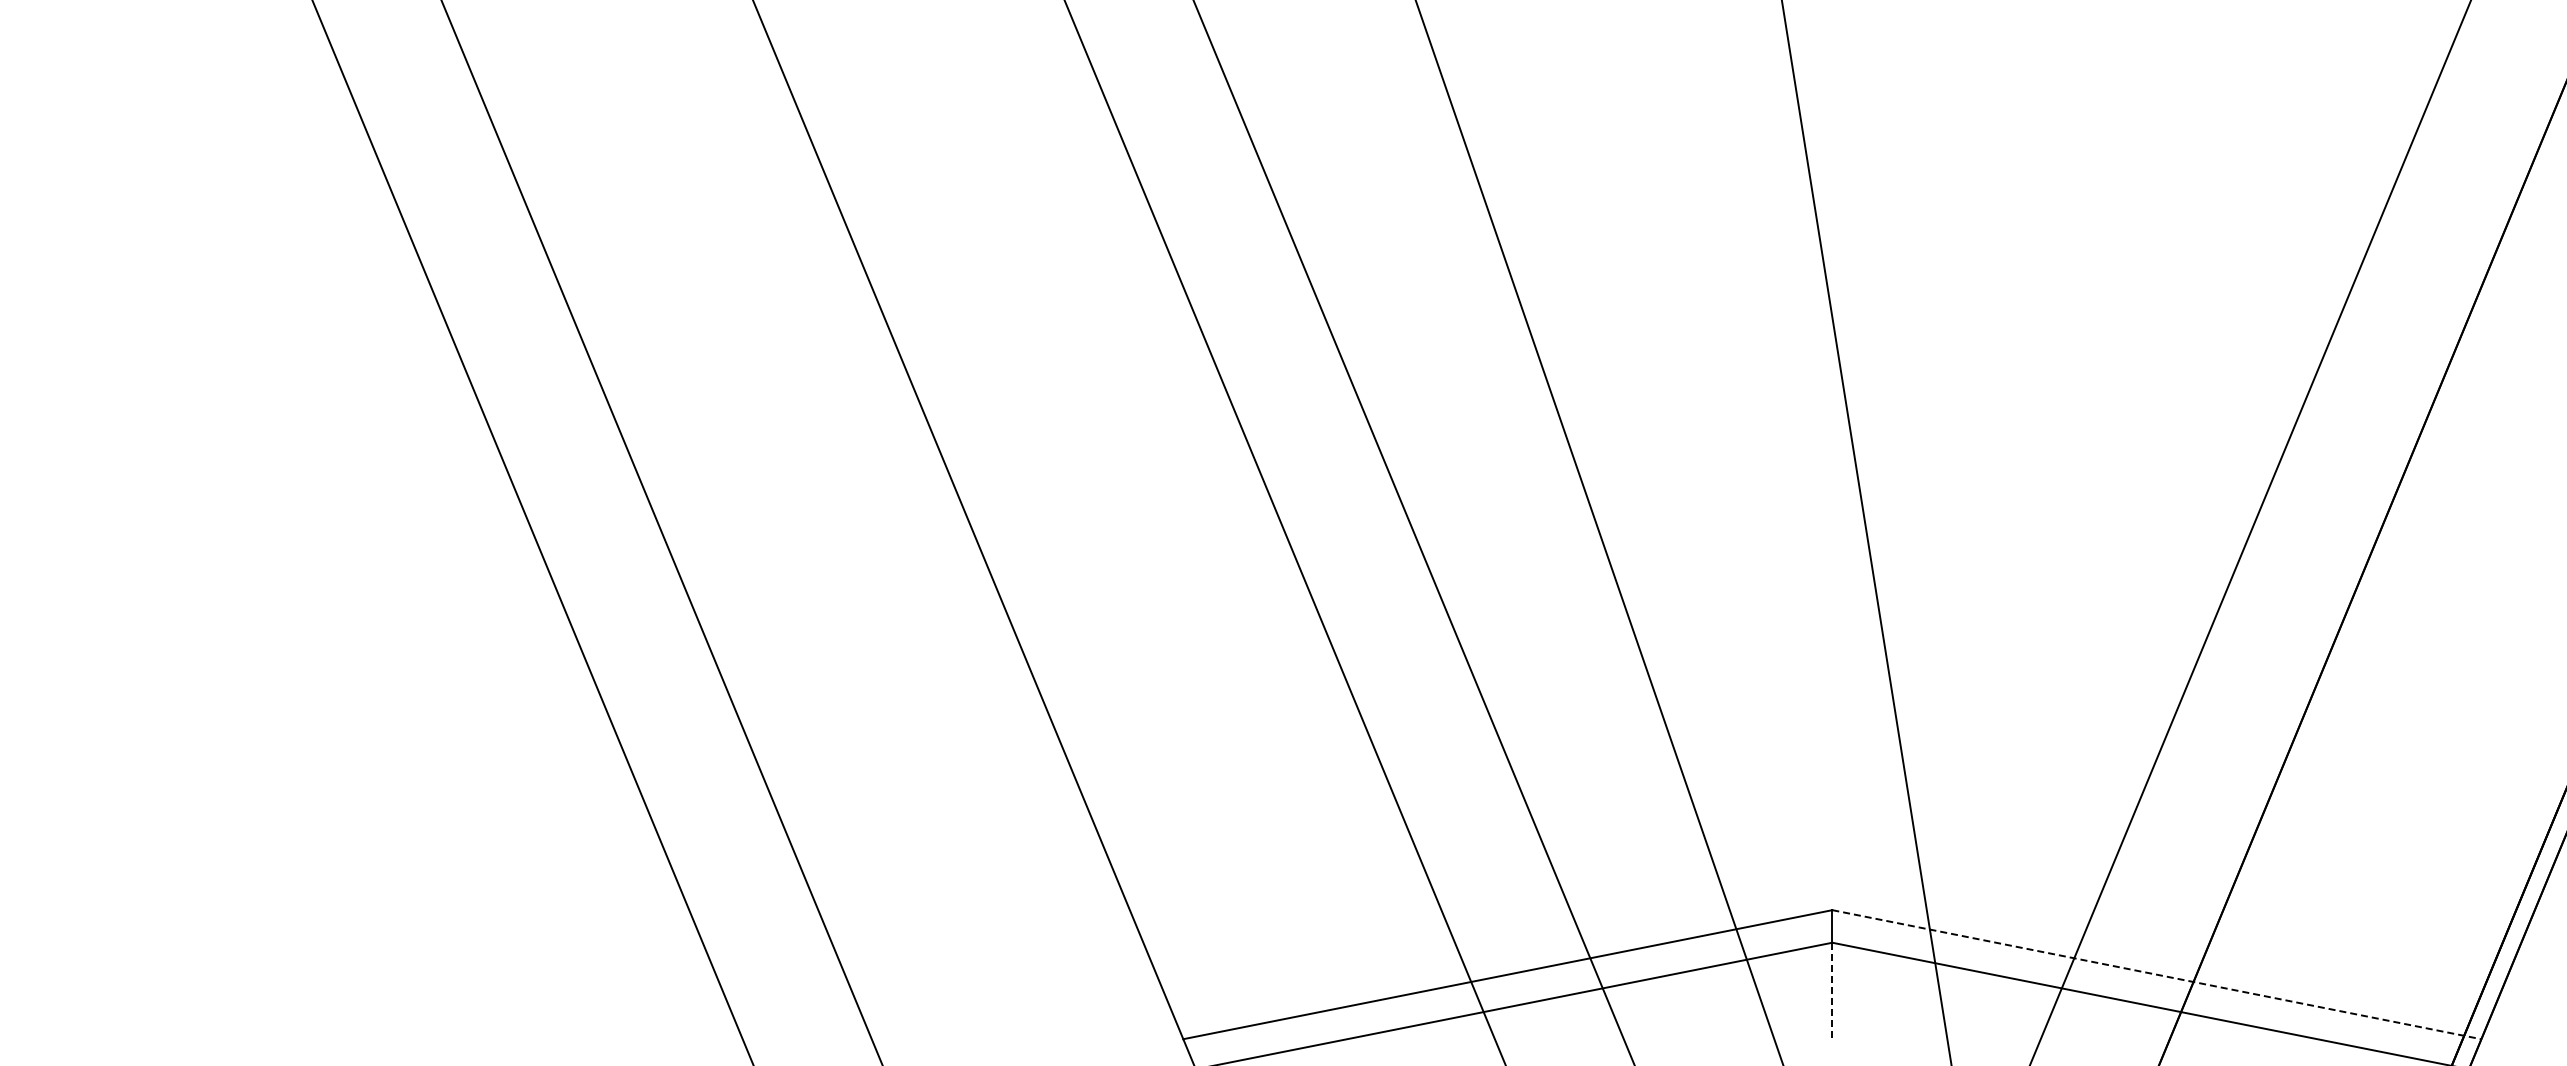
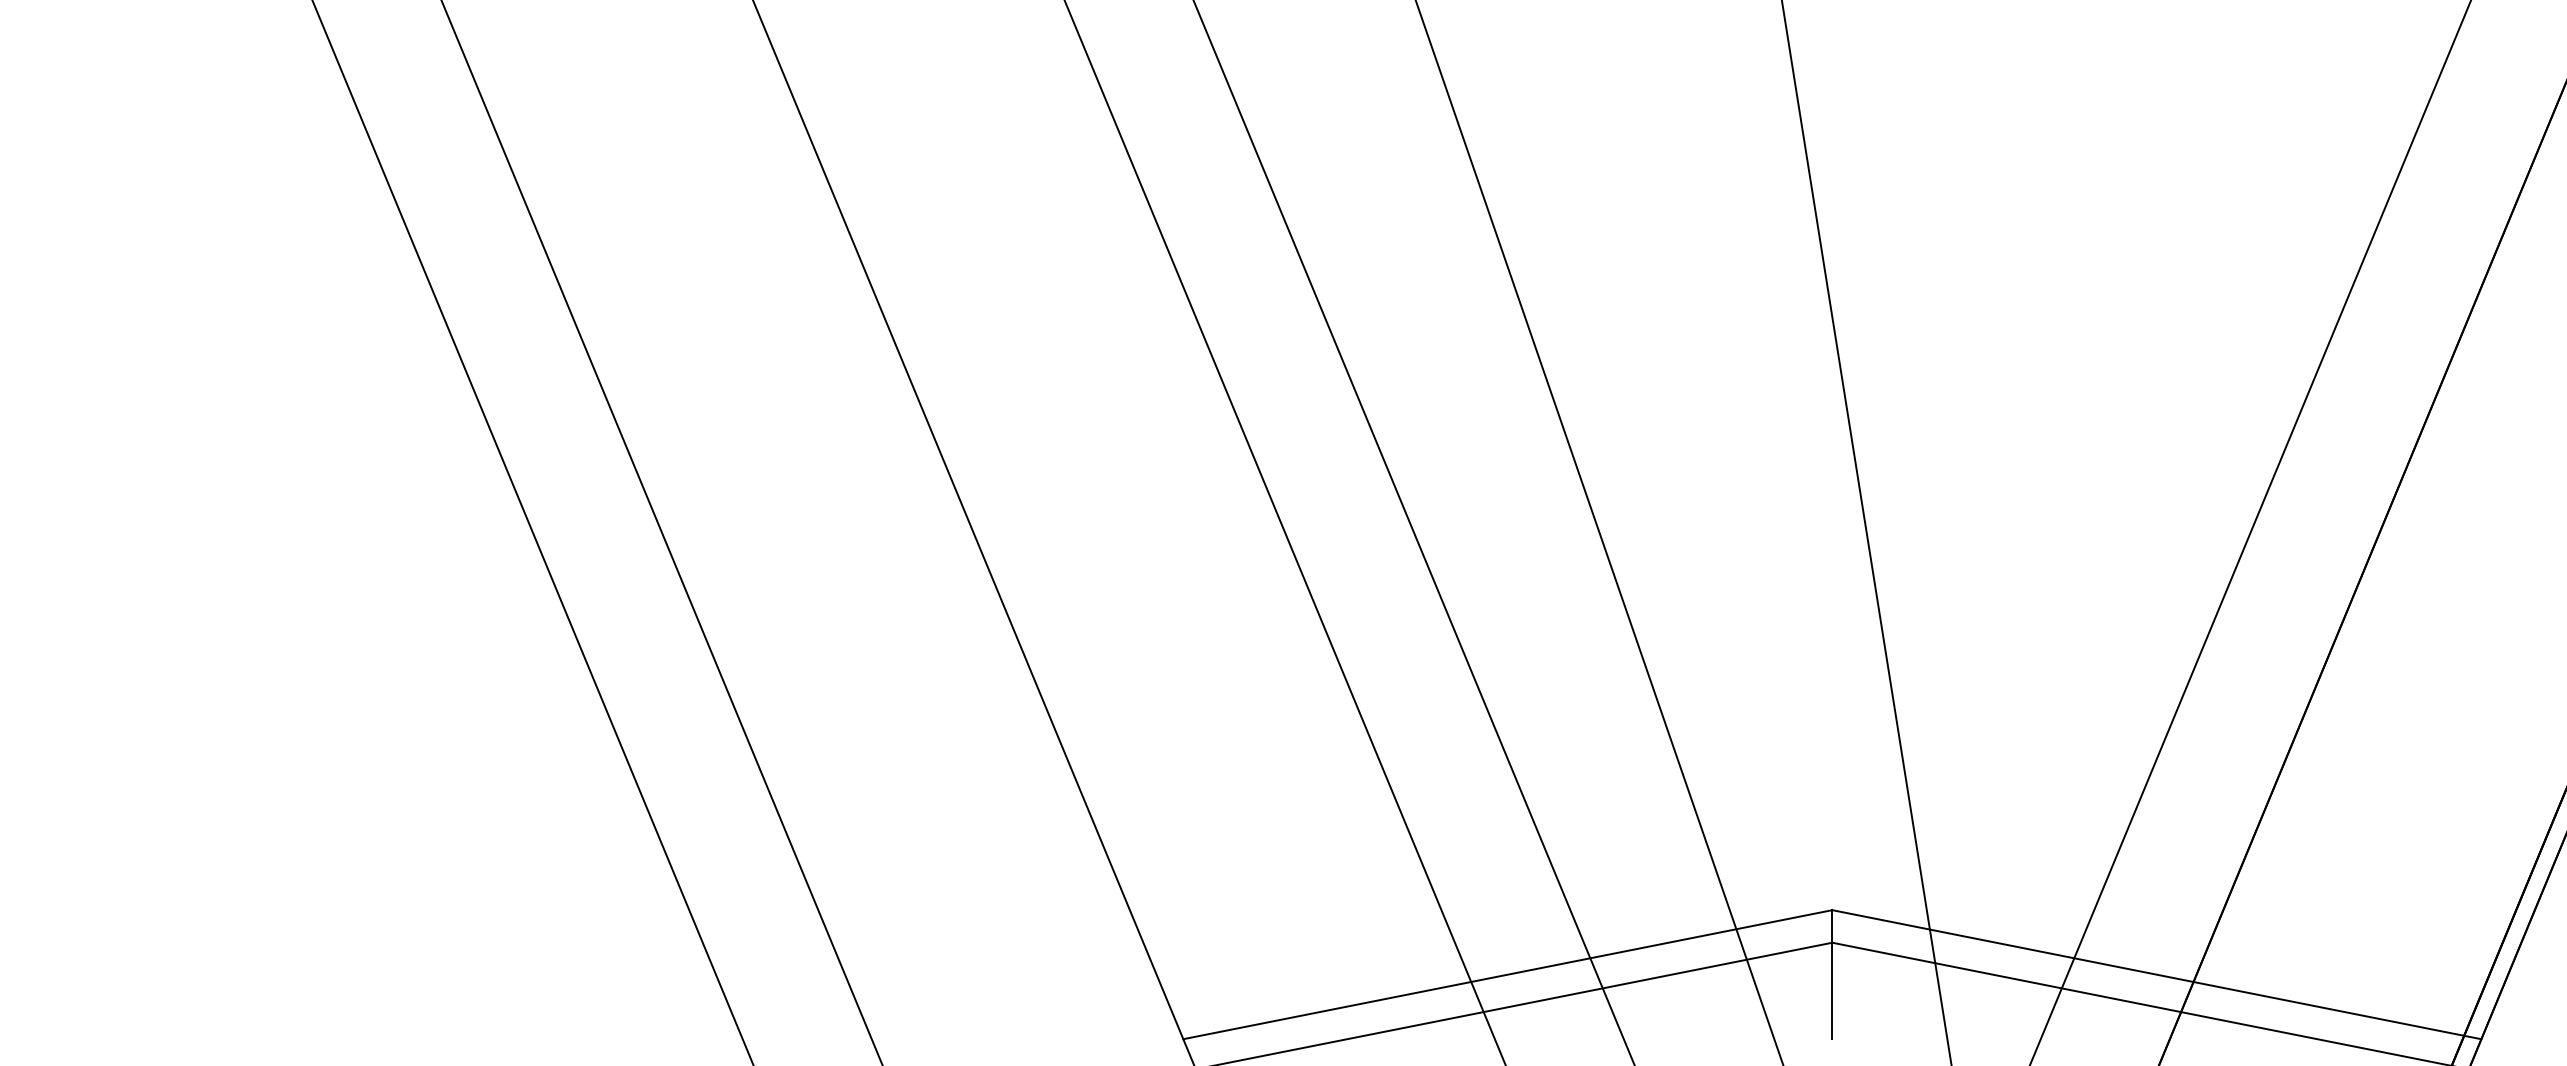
line at (2156, 974): dashed -> solid
line at (1832, 991): dashed -> solid
